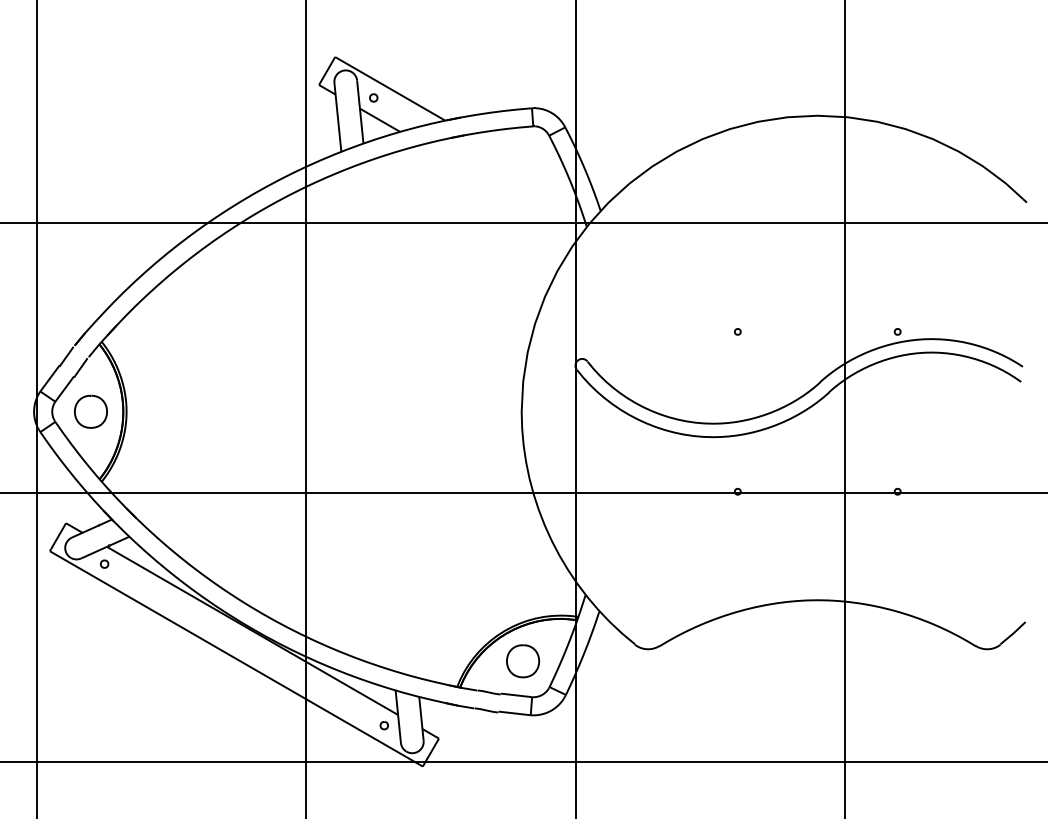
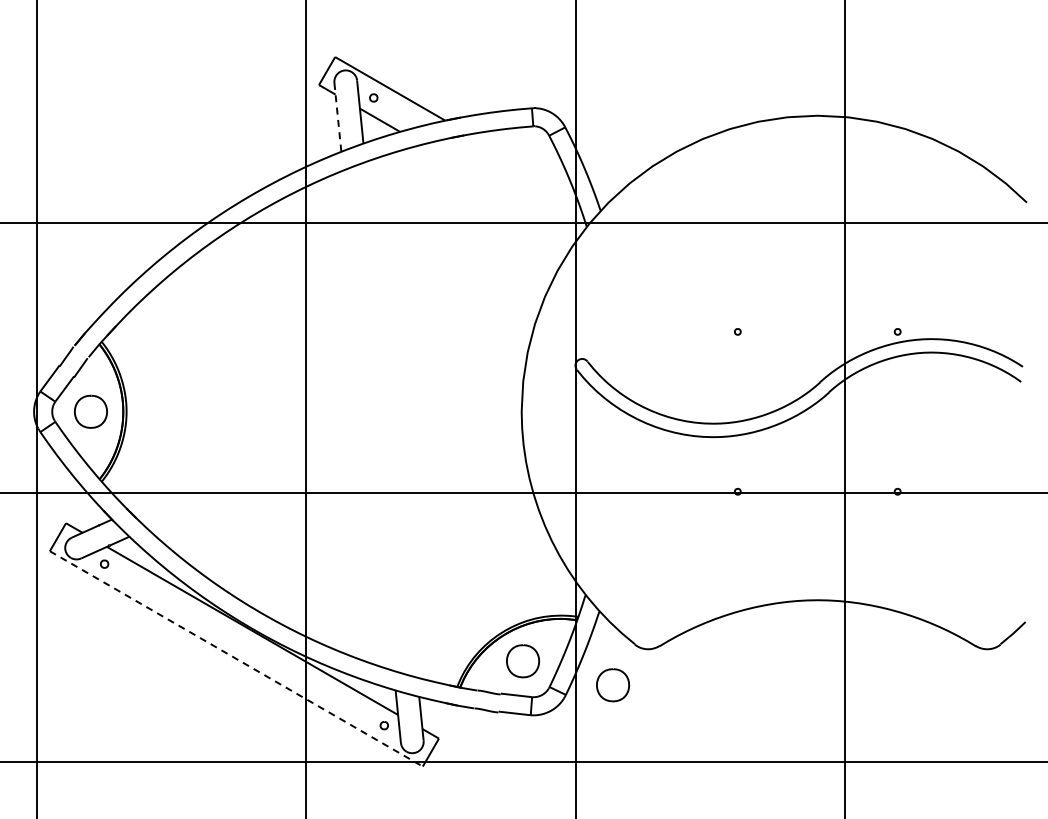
line at (337, 117): solid -> dashed
line at (236, 659): solid -> dashed
part at (613, 685): none -> present
